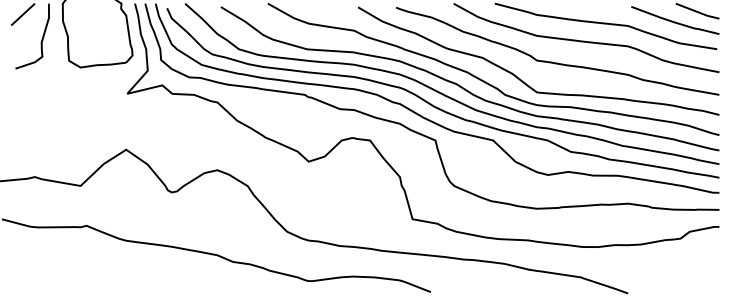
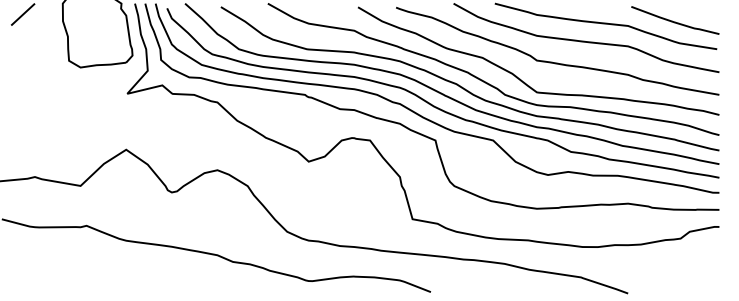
line at (697, 11): present -> none
curve at (41, 39): present -> none
